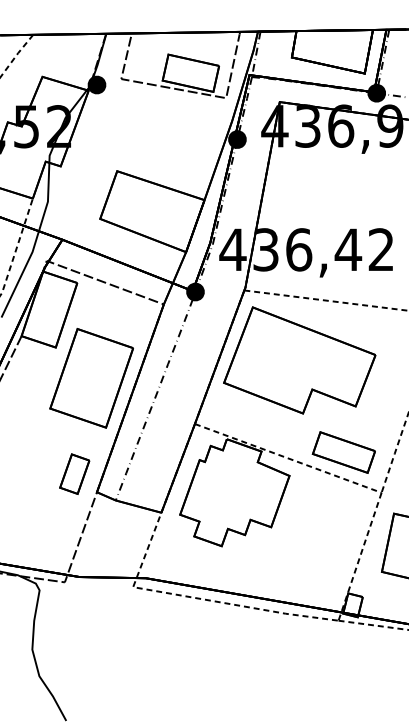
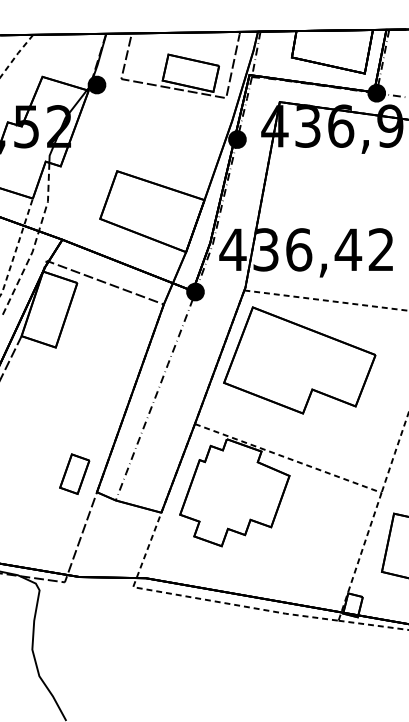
line at (35, 243): solid -> dashed
part at (91, 378): present -> none
part at (343, 452): present -> none
